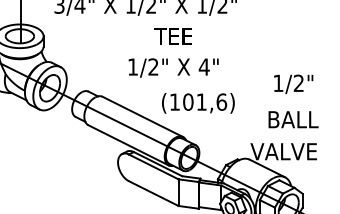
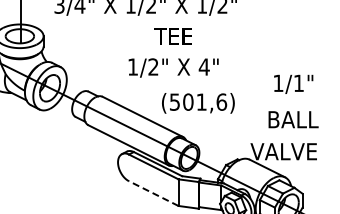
text at (298, 82): 1/2" -> 1/1"
text at (174, 101): (101,6) -> (501,6)
line at (153, 193): solid -> dashed
